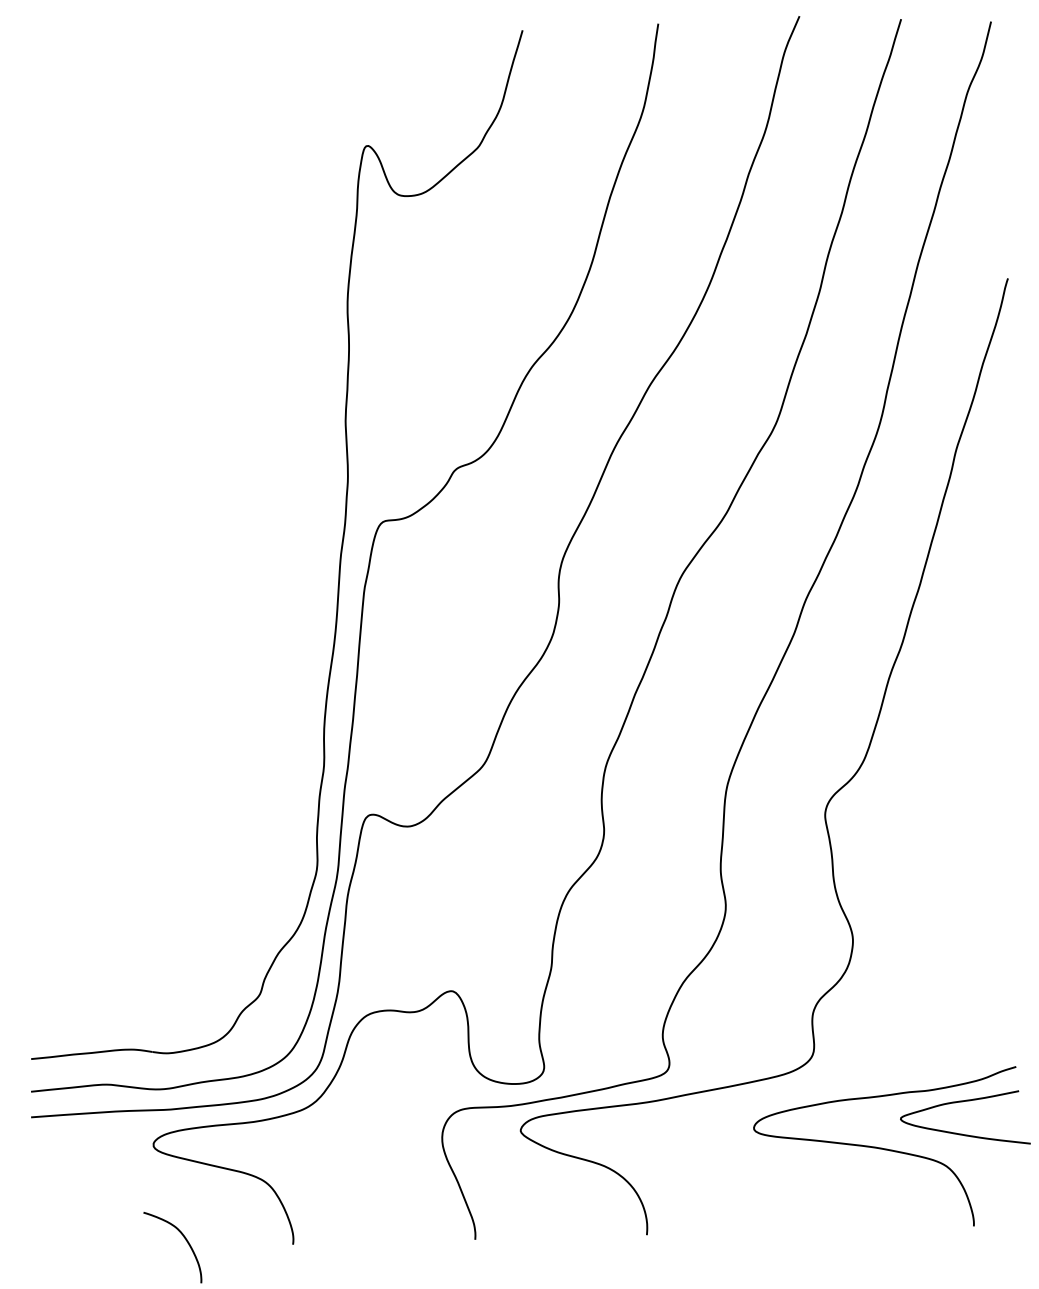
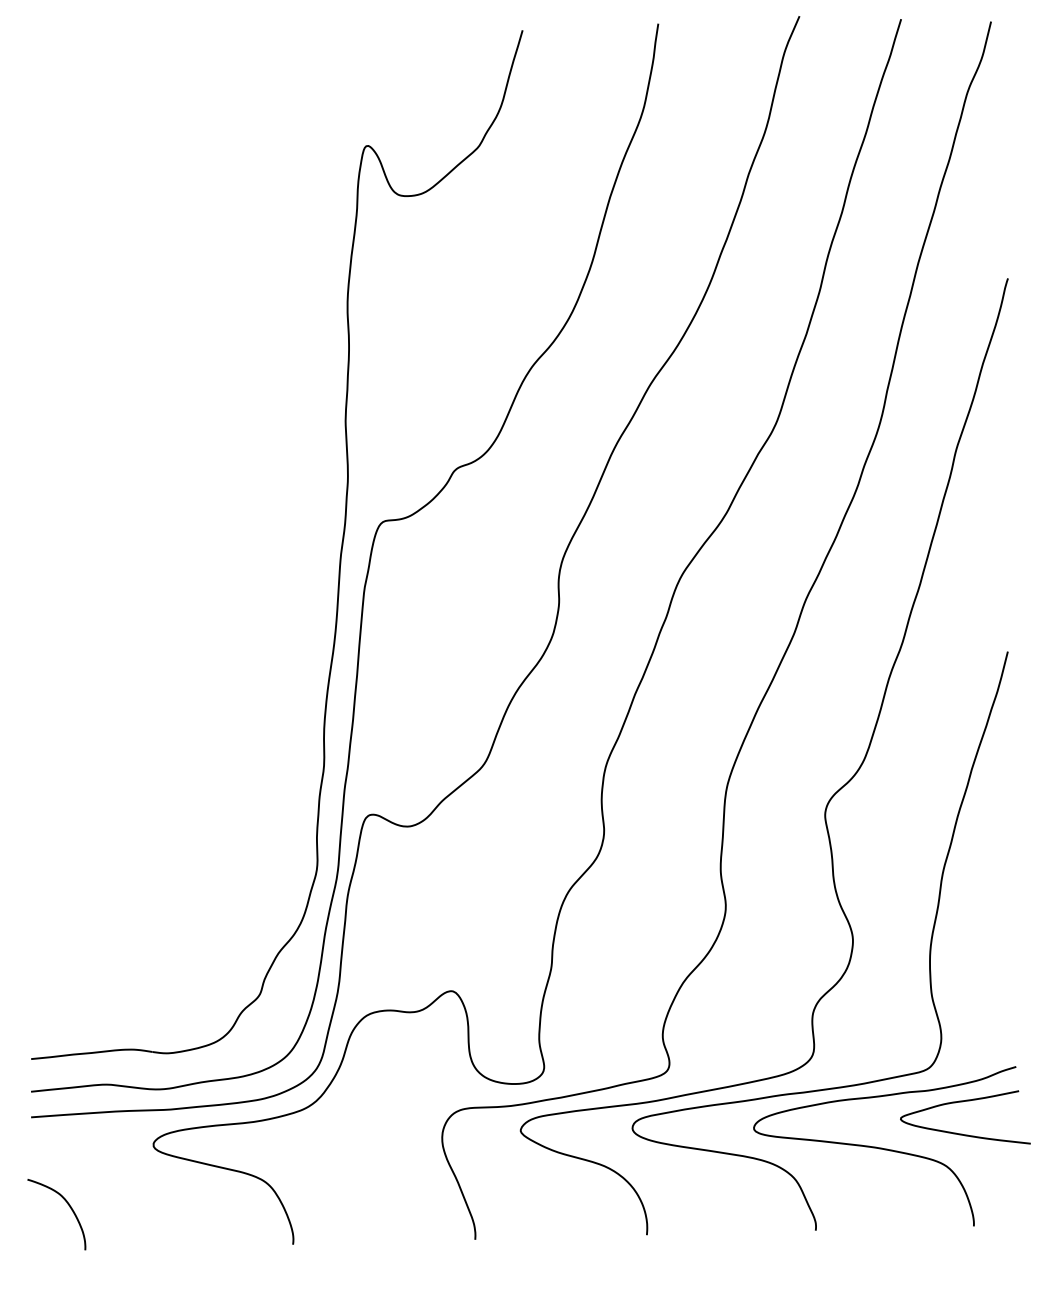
curve at (929, 946): none -> present
curve at (185, 1240) position: (185, 1240) -> (69, 1207)
